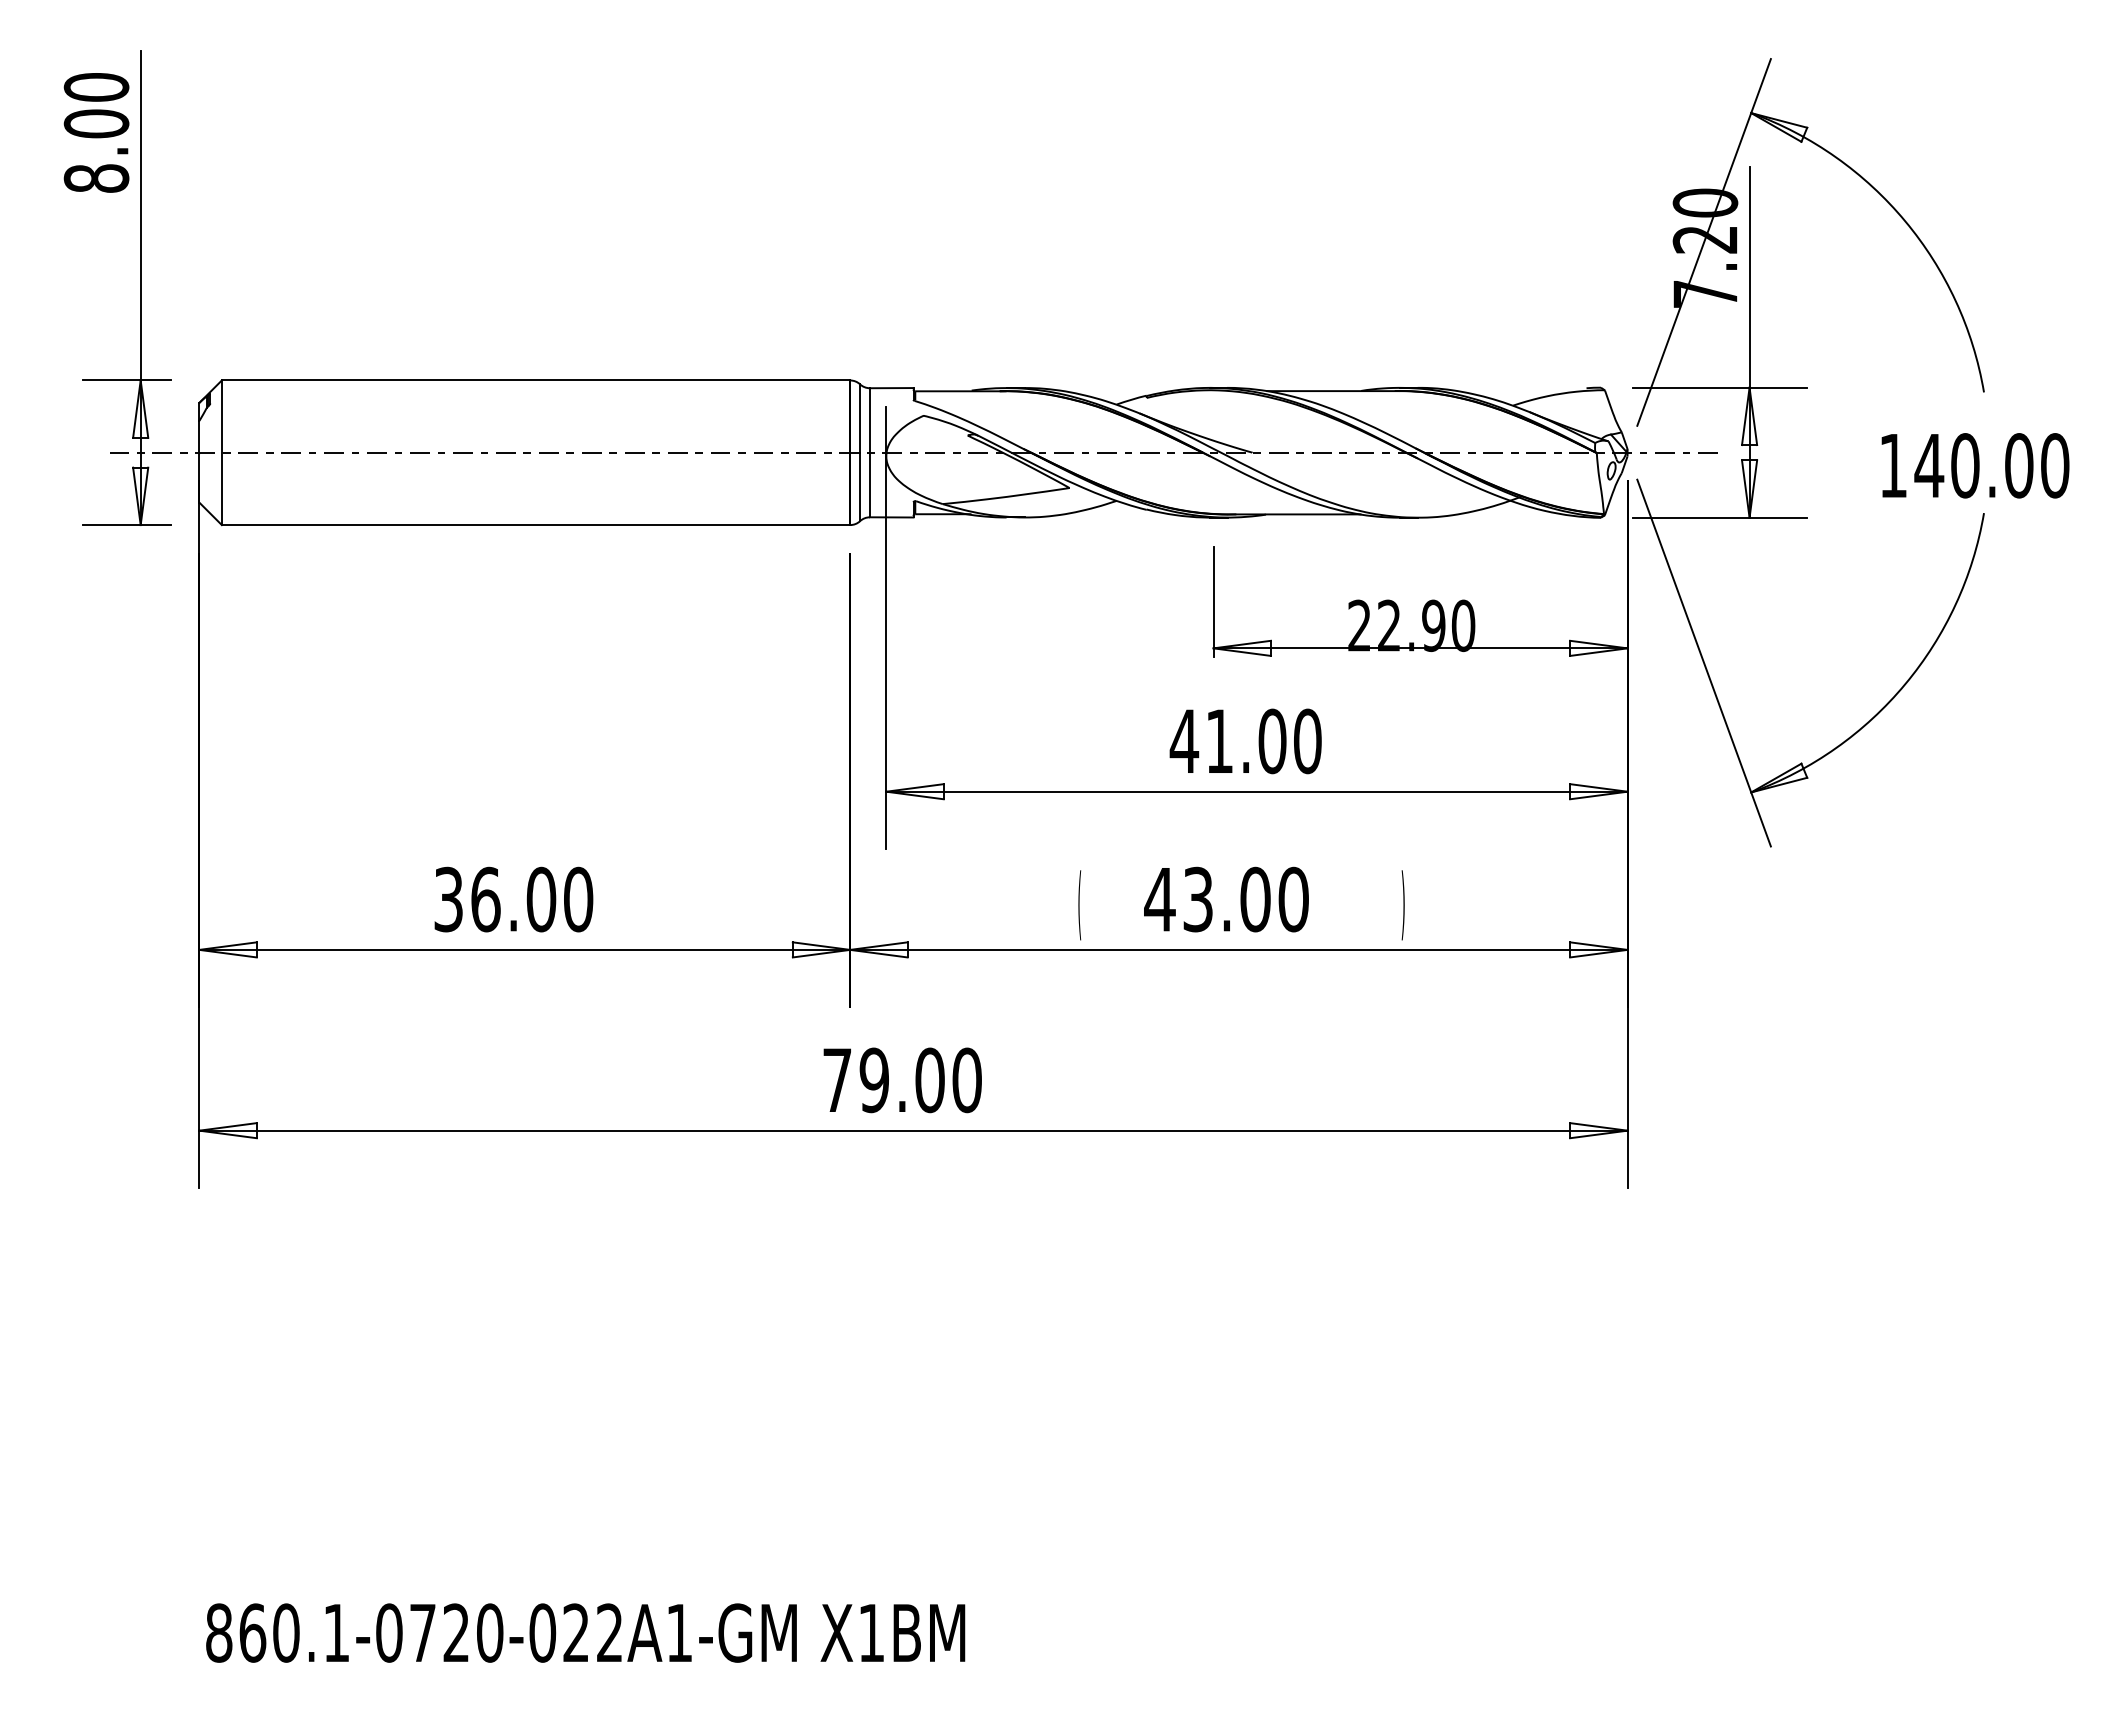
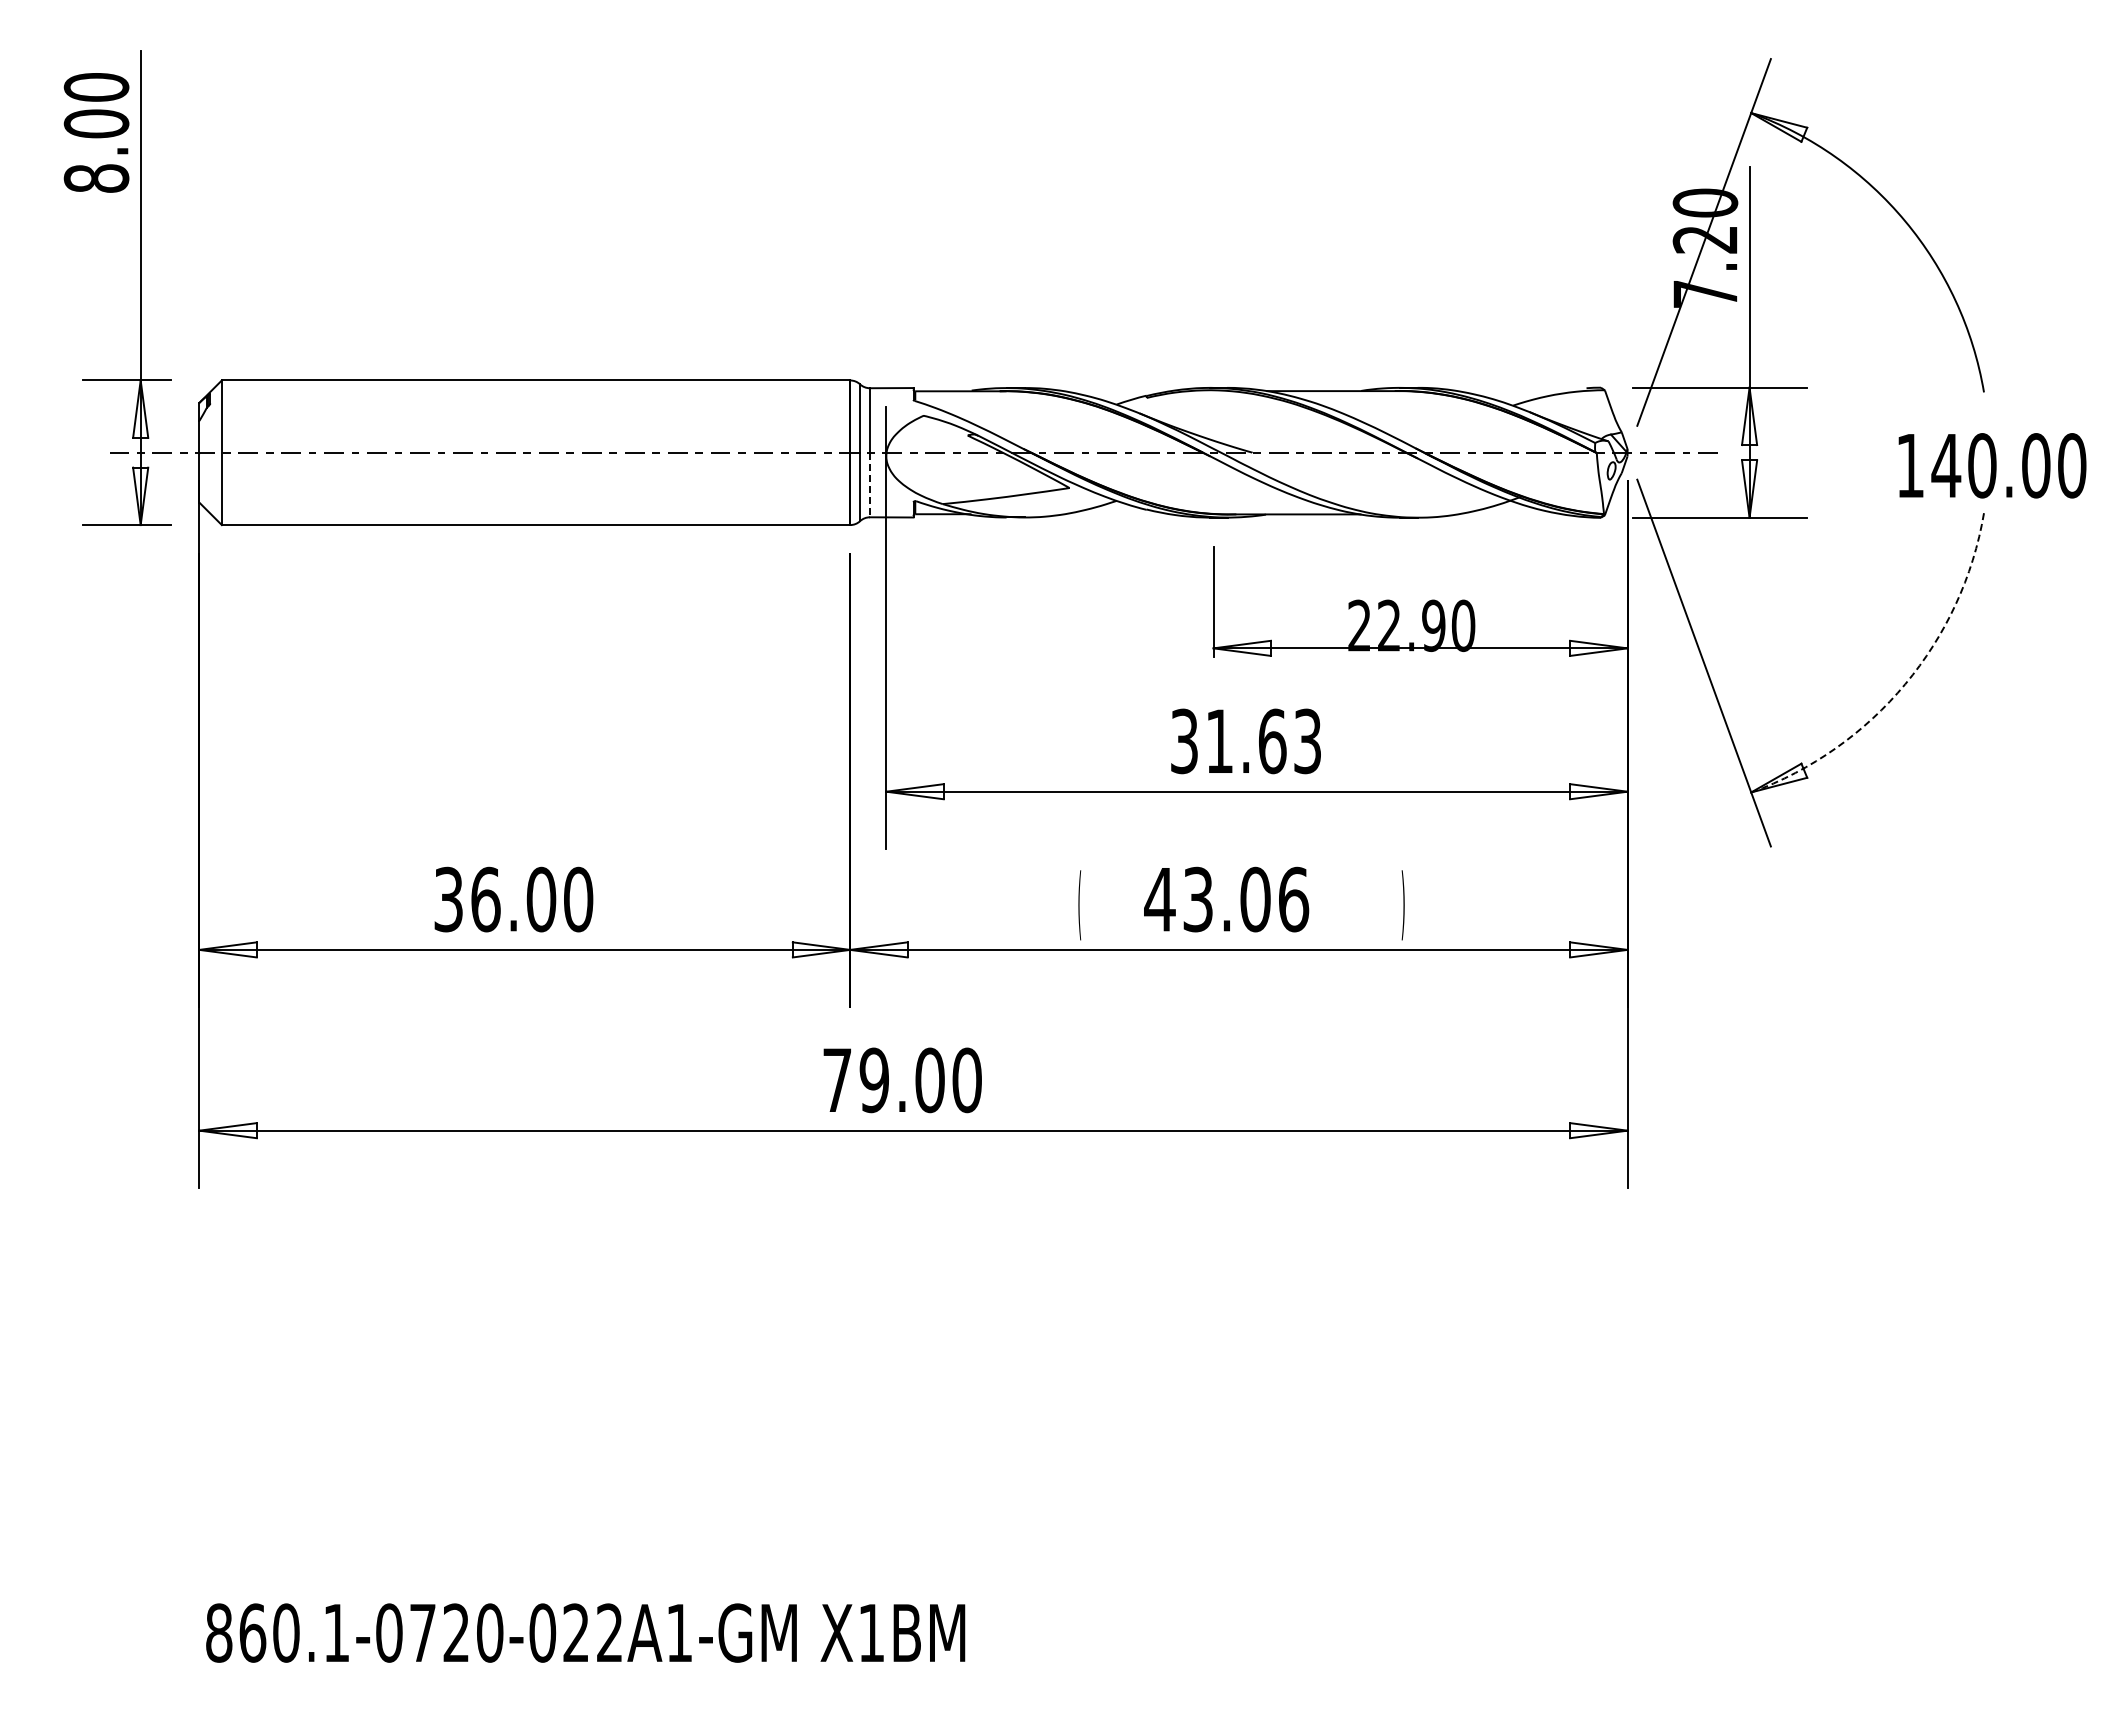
text at (1975, 465) position: (1975, 465) -> (1992, 465)
line at (869, 485): solid -> dashed
arc at (1905, 684): solid -> dashed
text at (1245, 741): 41.00 -> 31.63
text at (1293, 899): 43.00 -> 43.06
